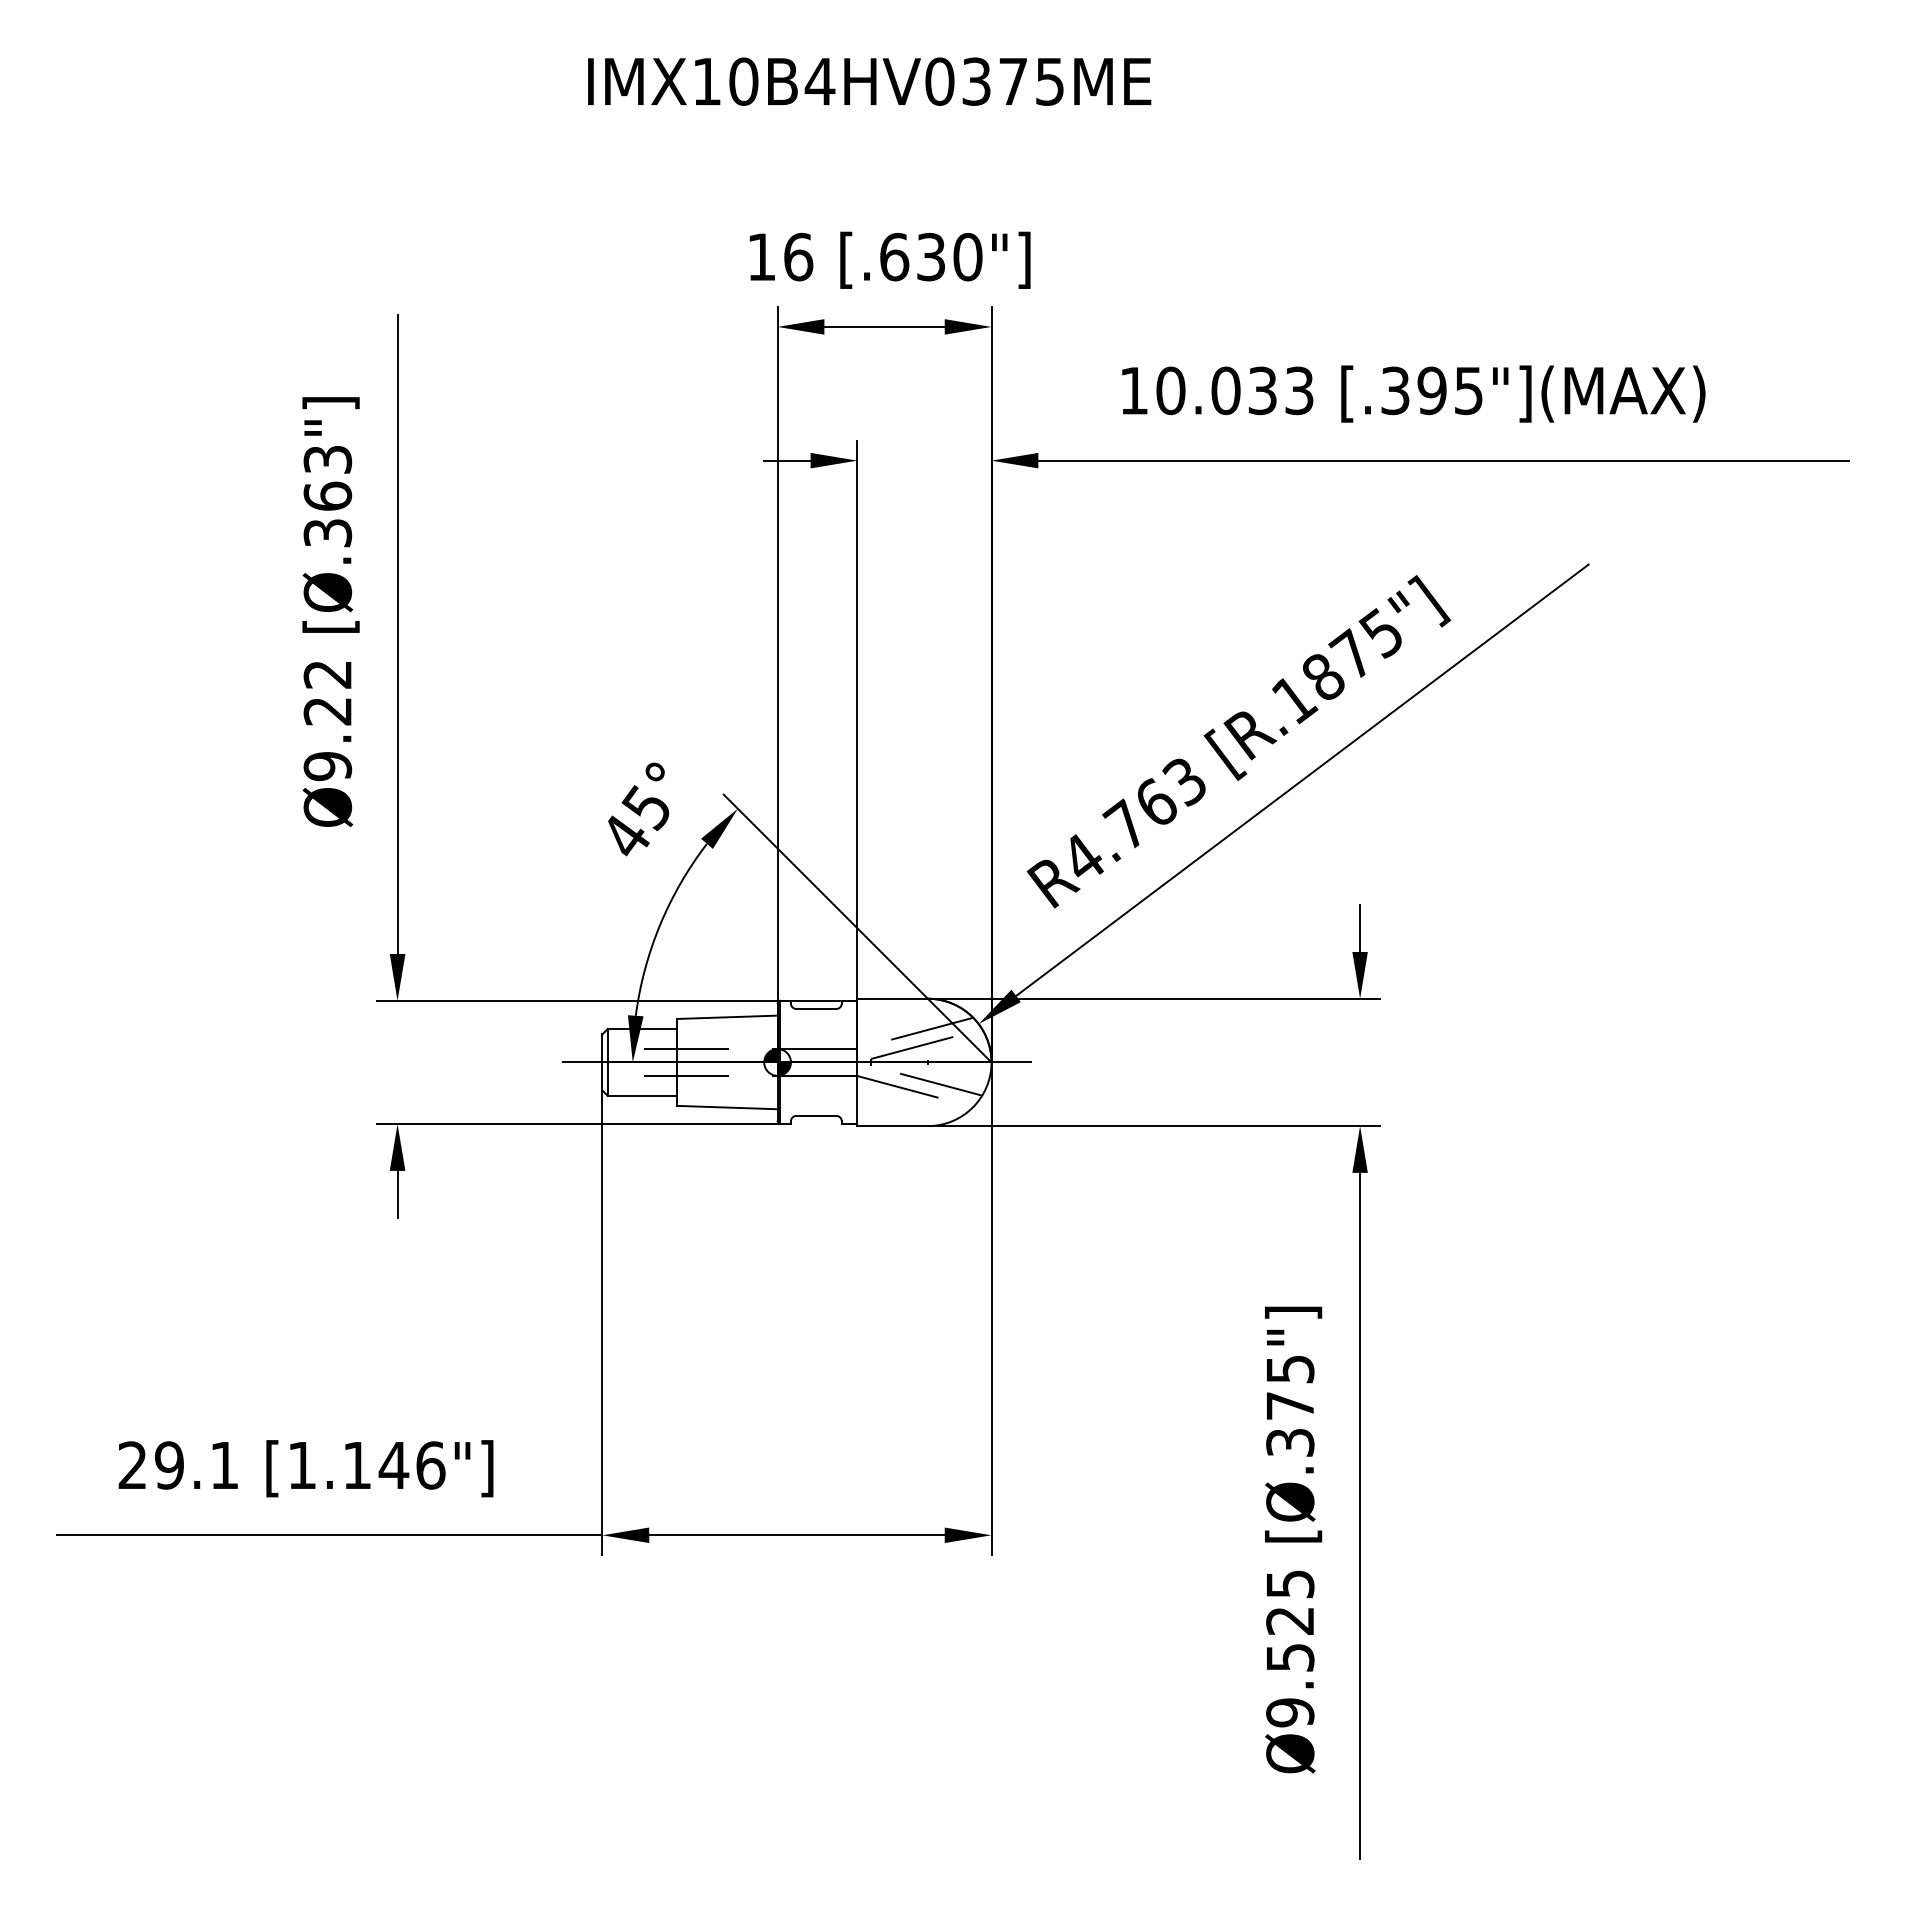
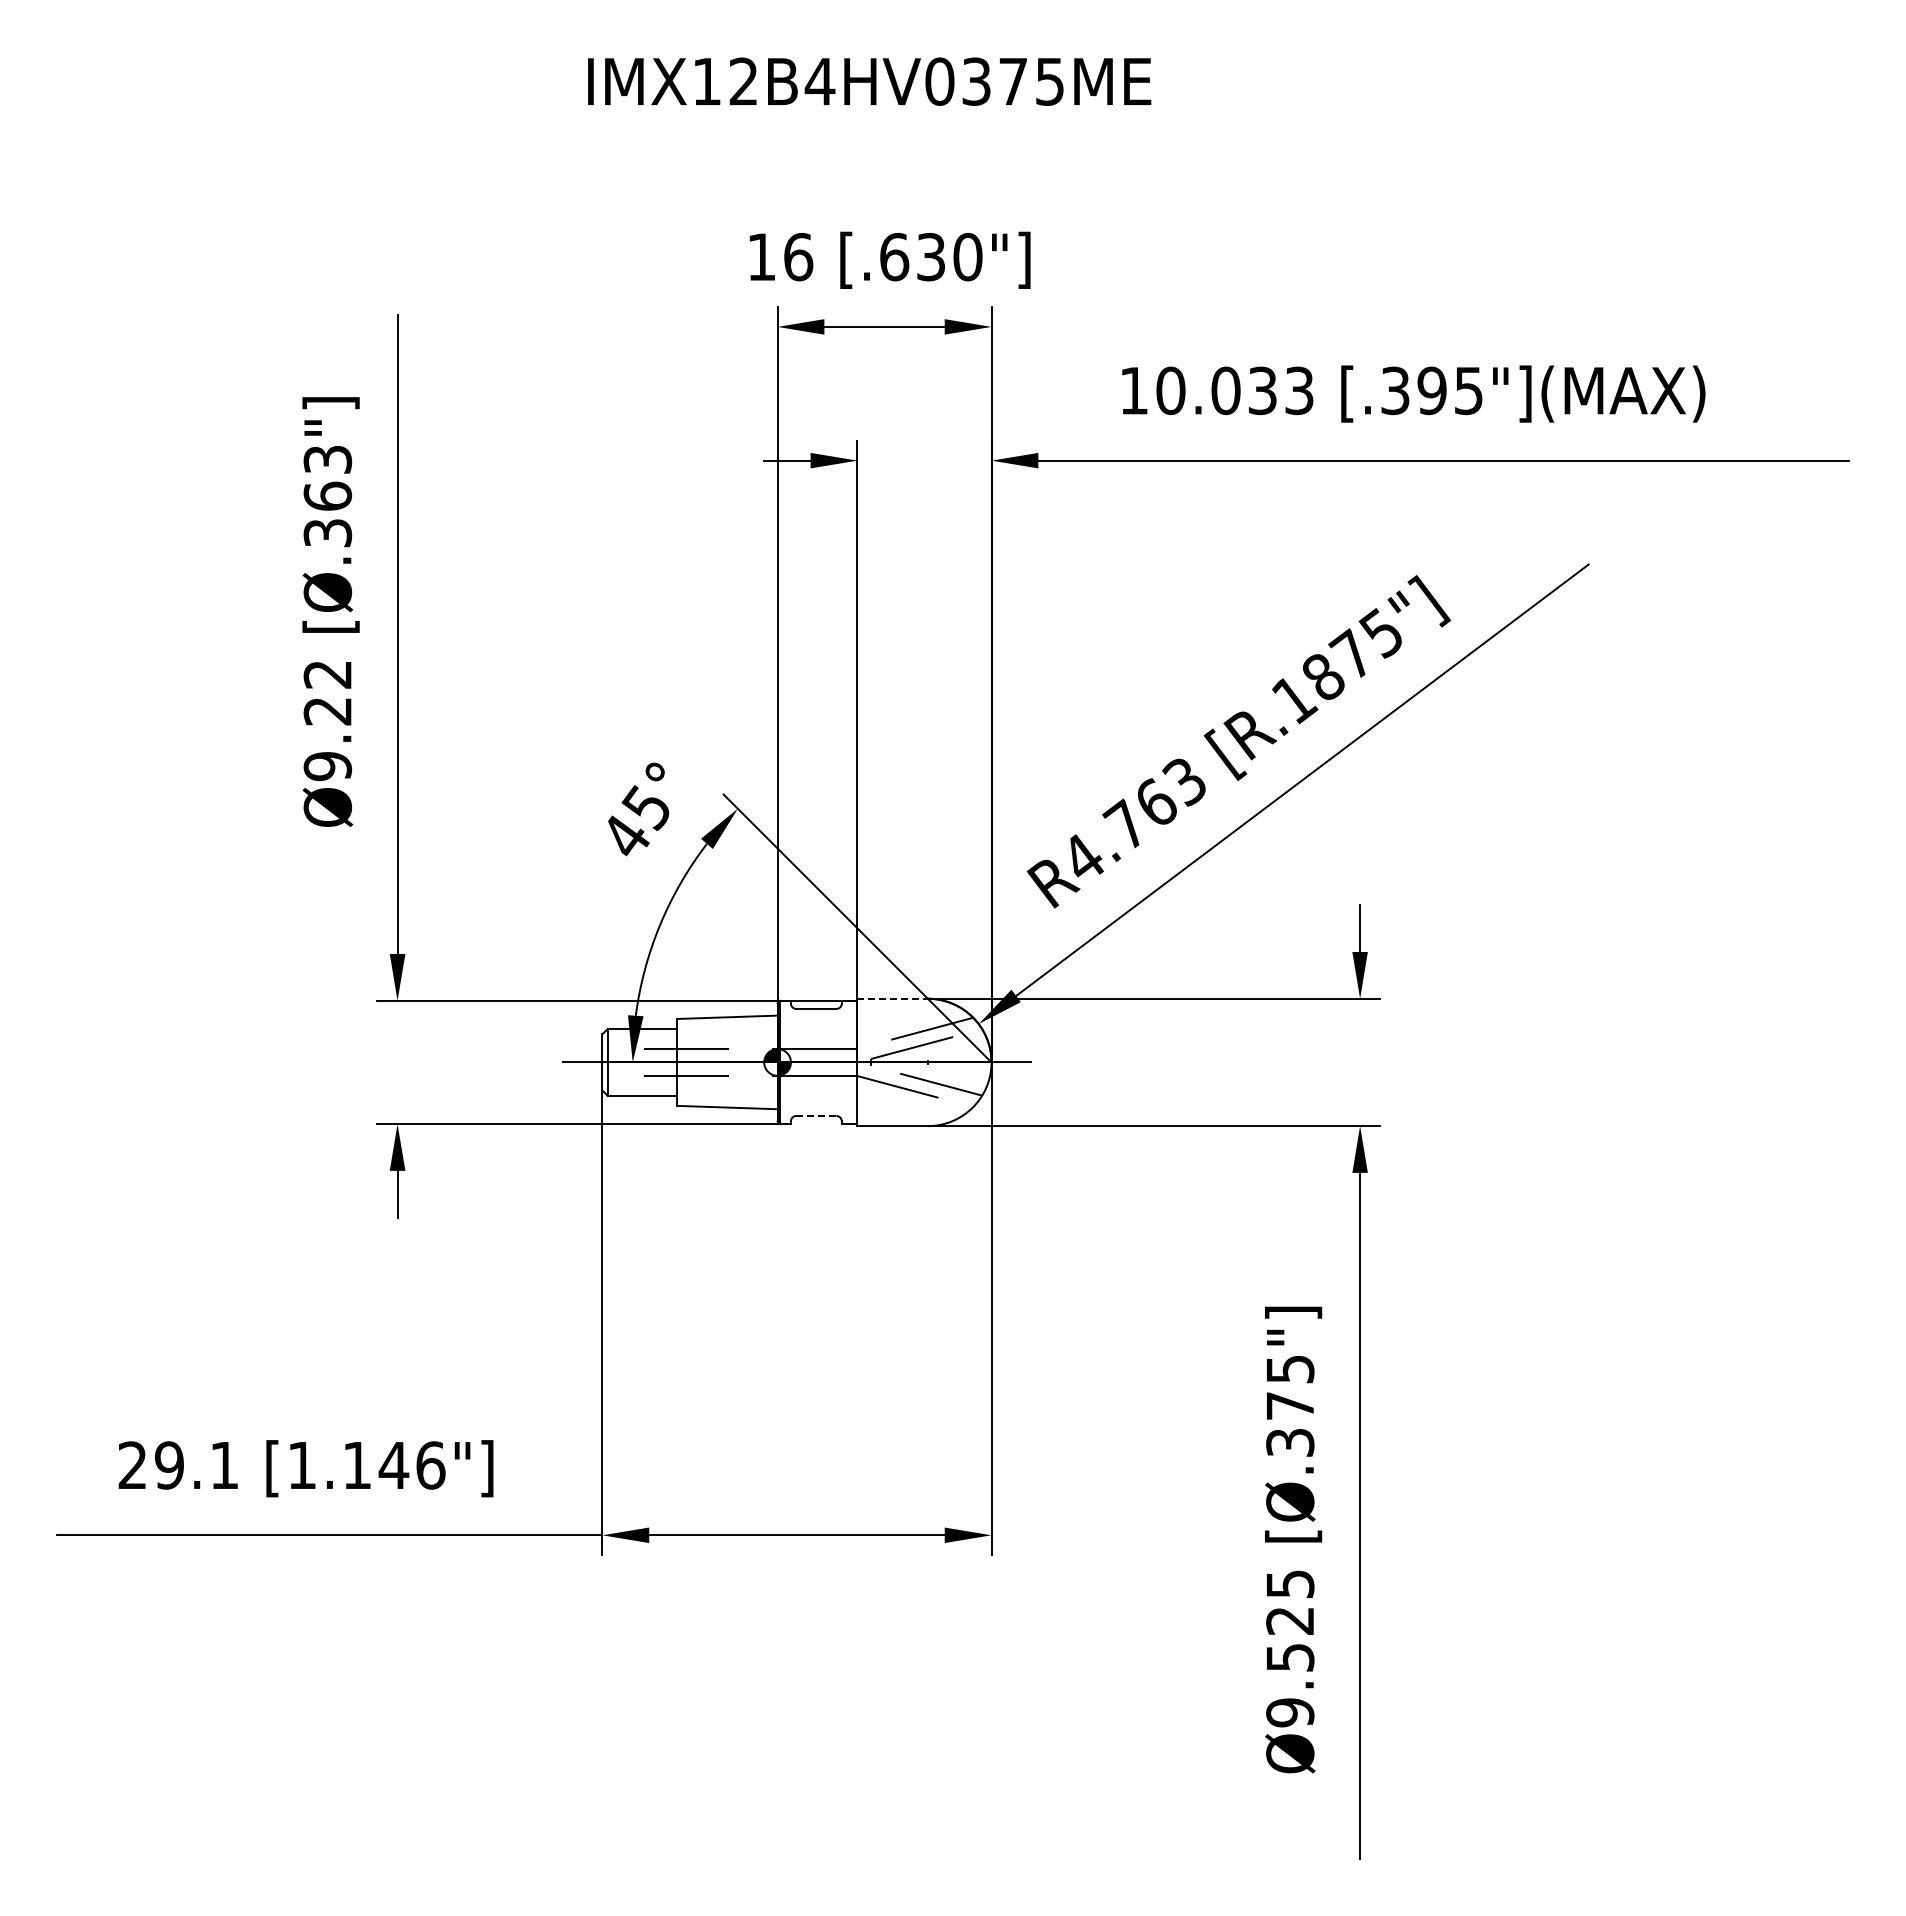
text at (743, 81): IMX10B4HV0375ME -> IMX12B4HV0375ME
line at (893, 998): solid -> dashed
line at (815, 1115): solid -> dashed
